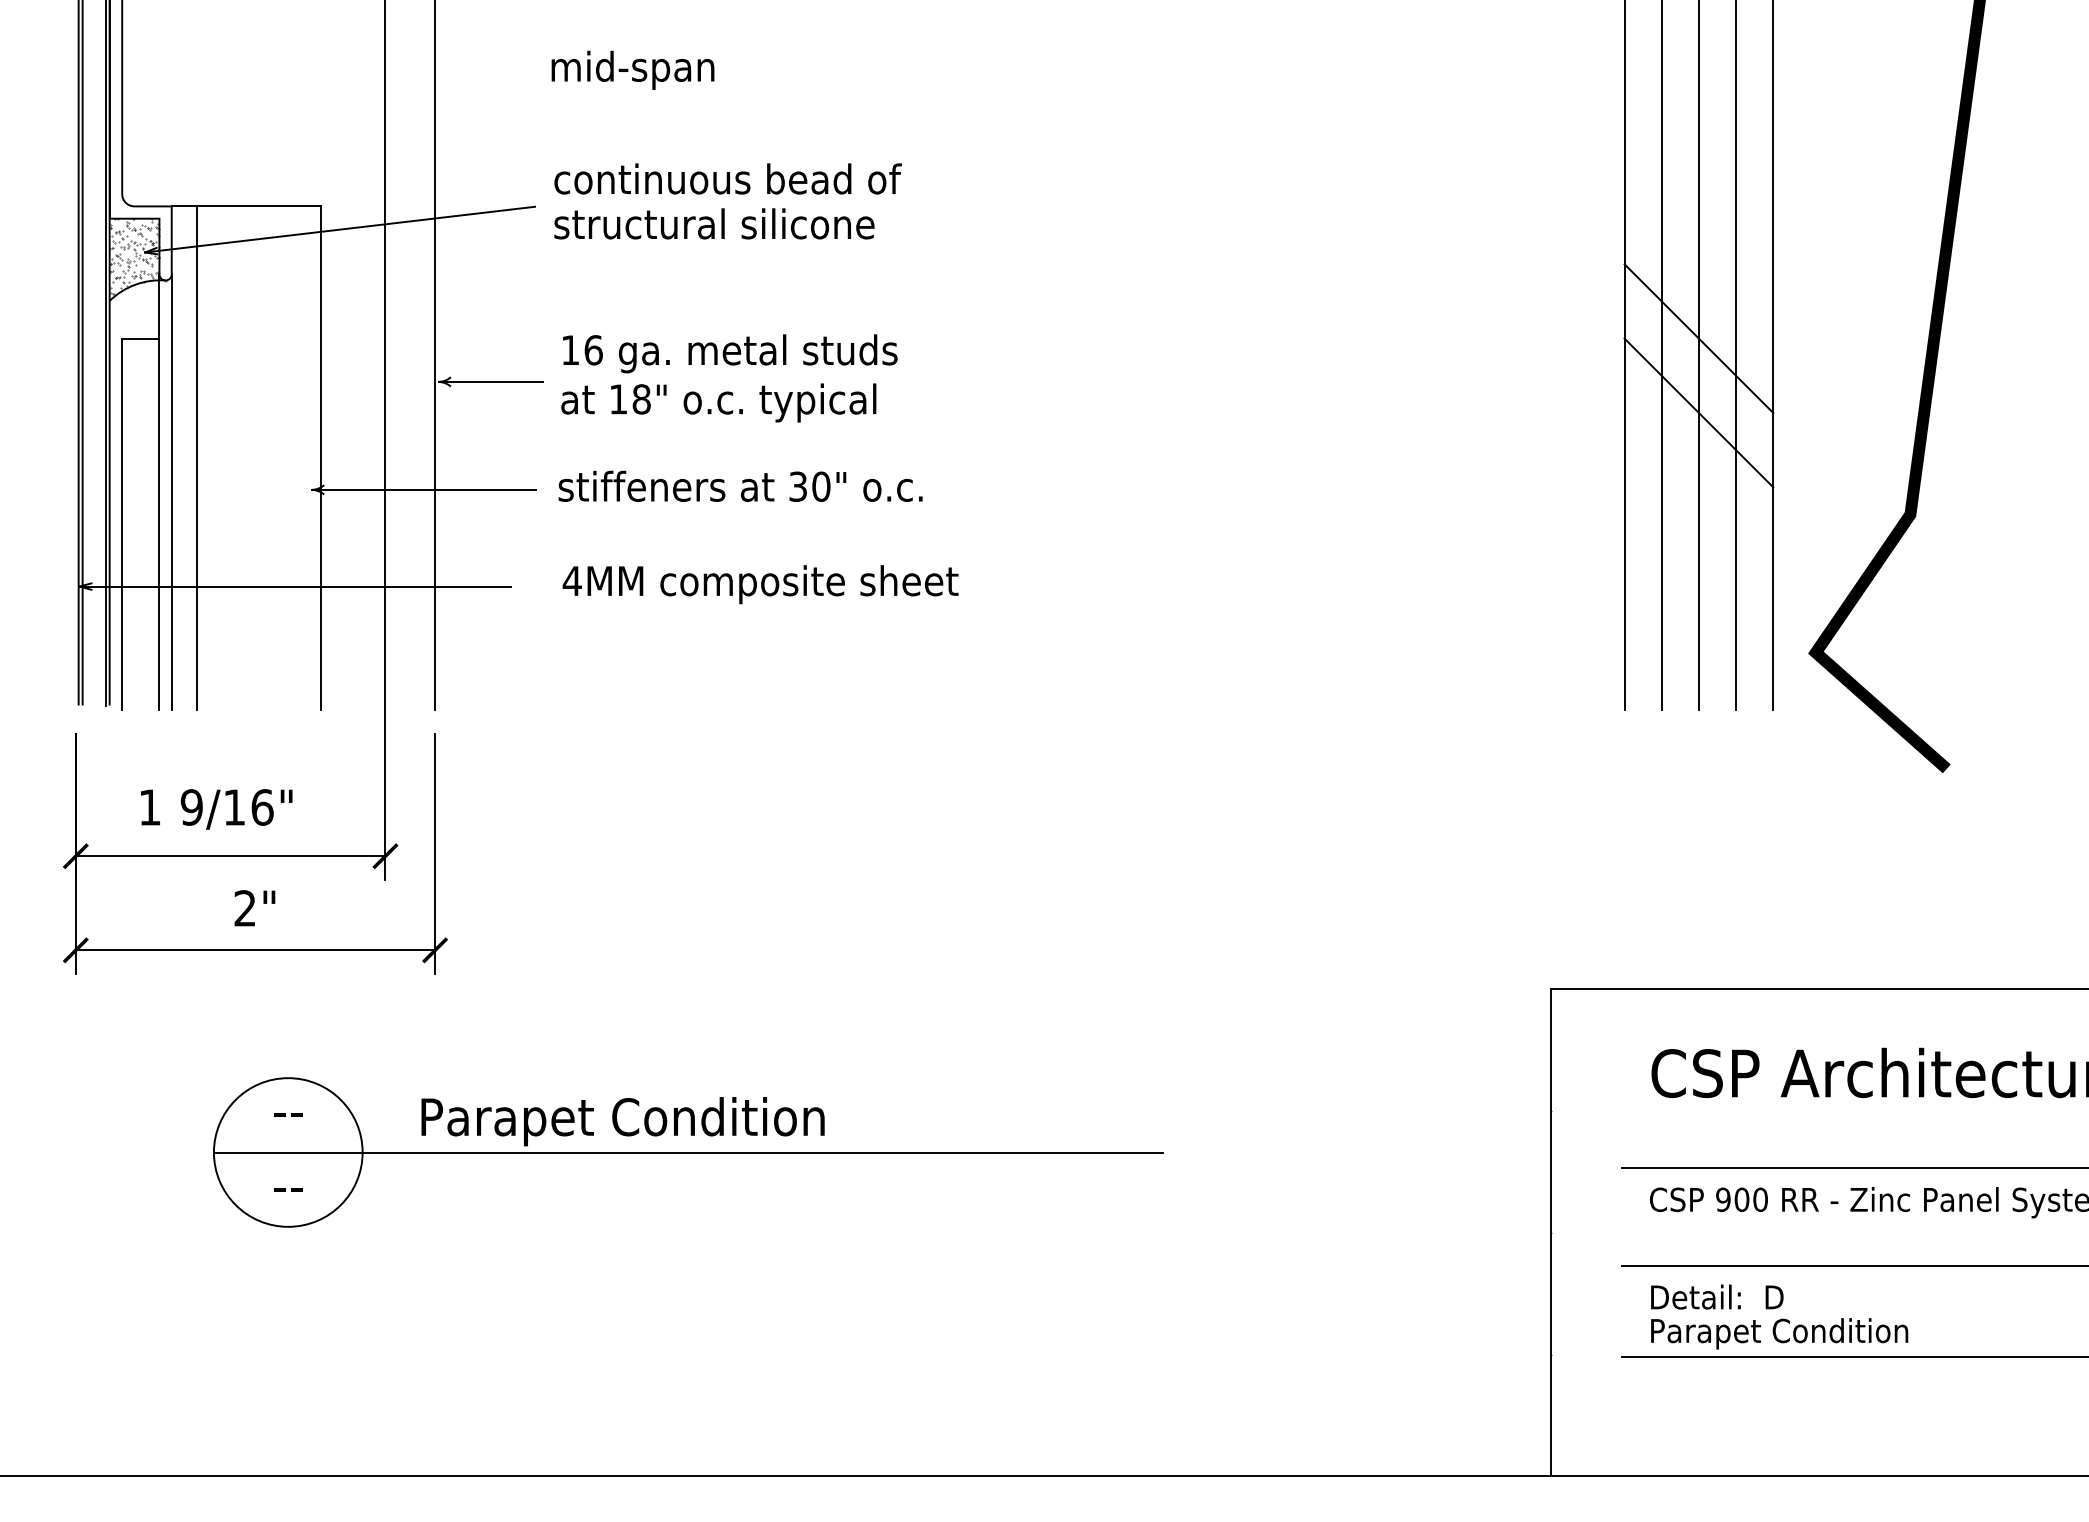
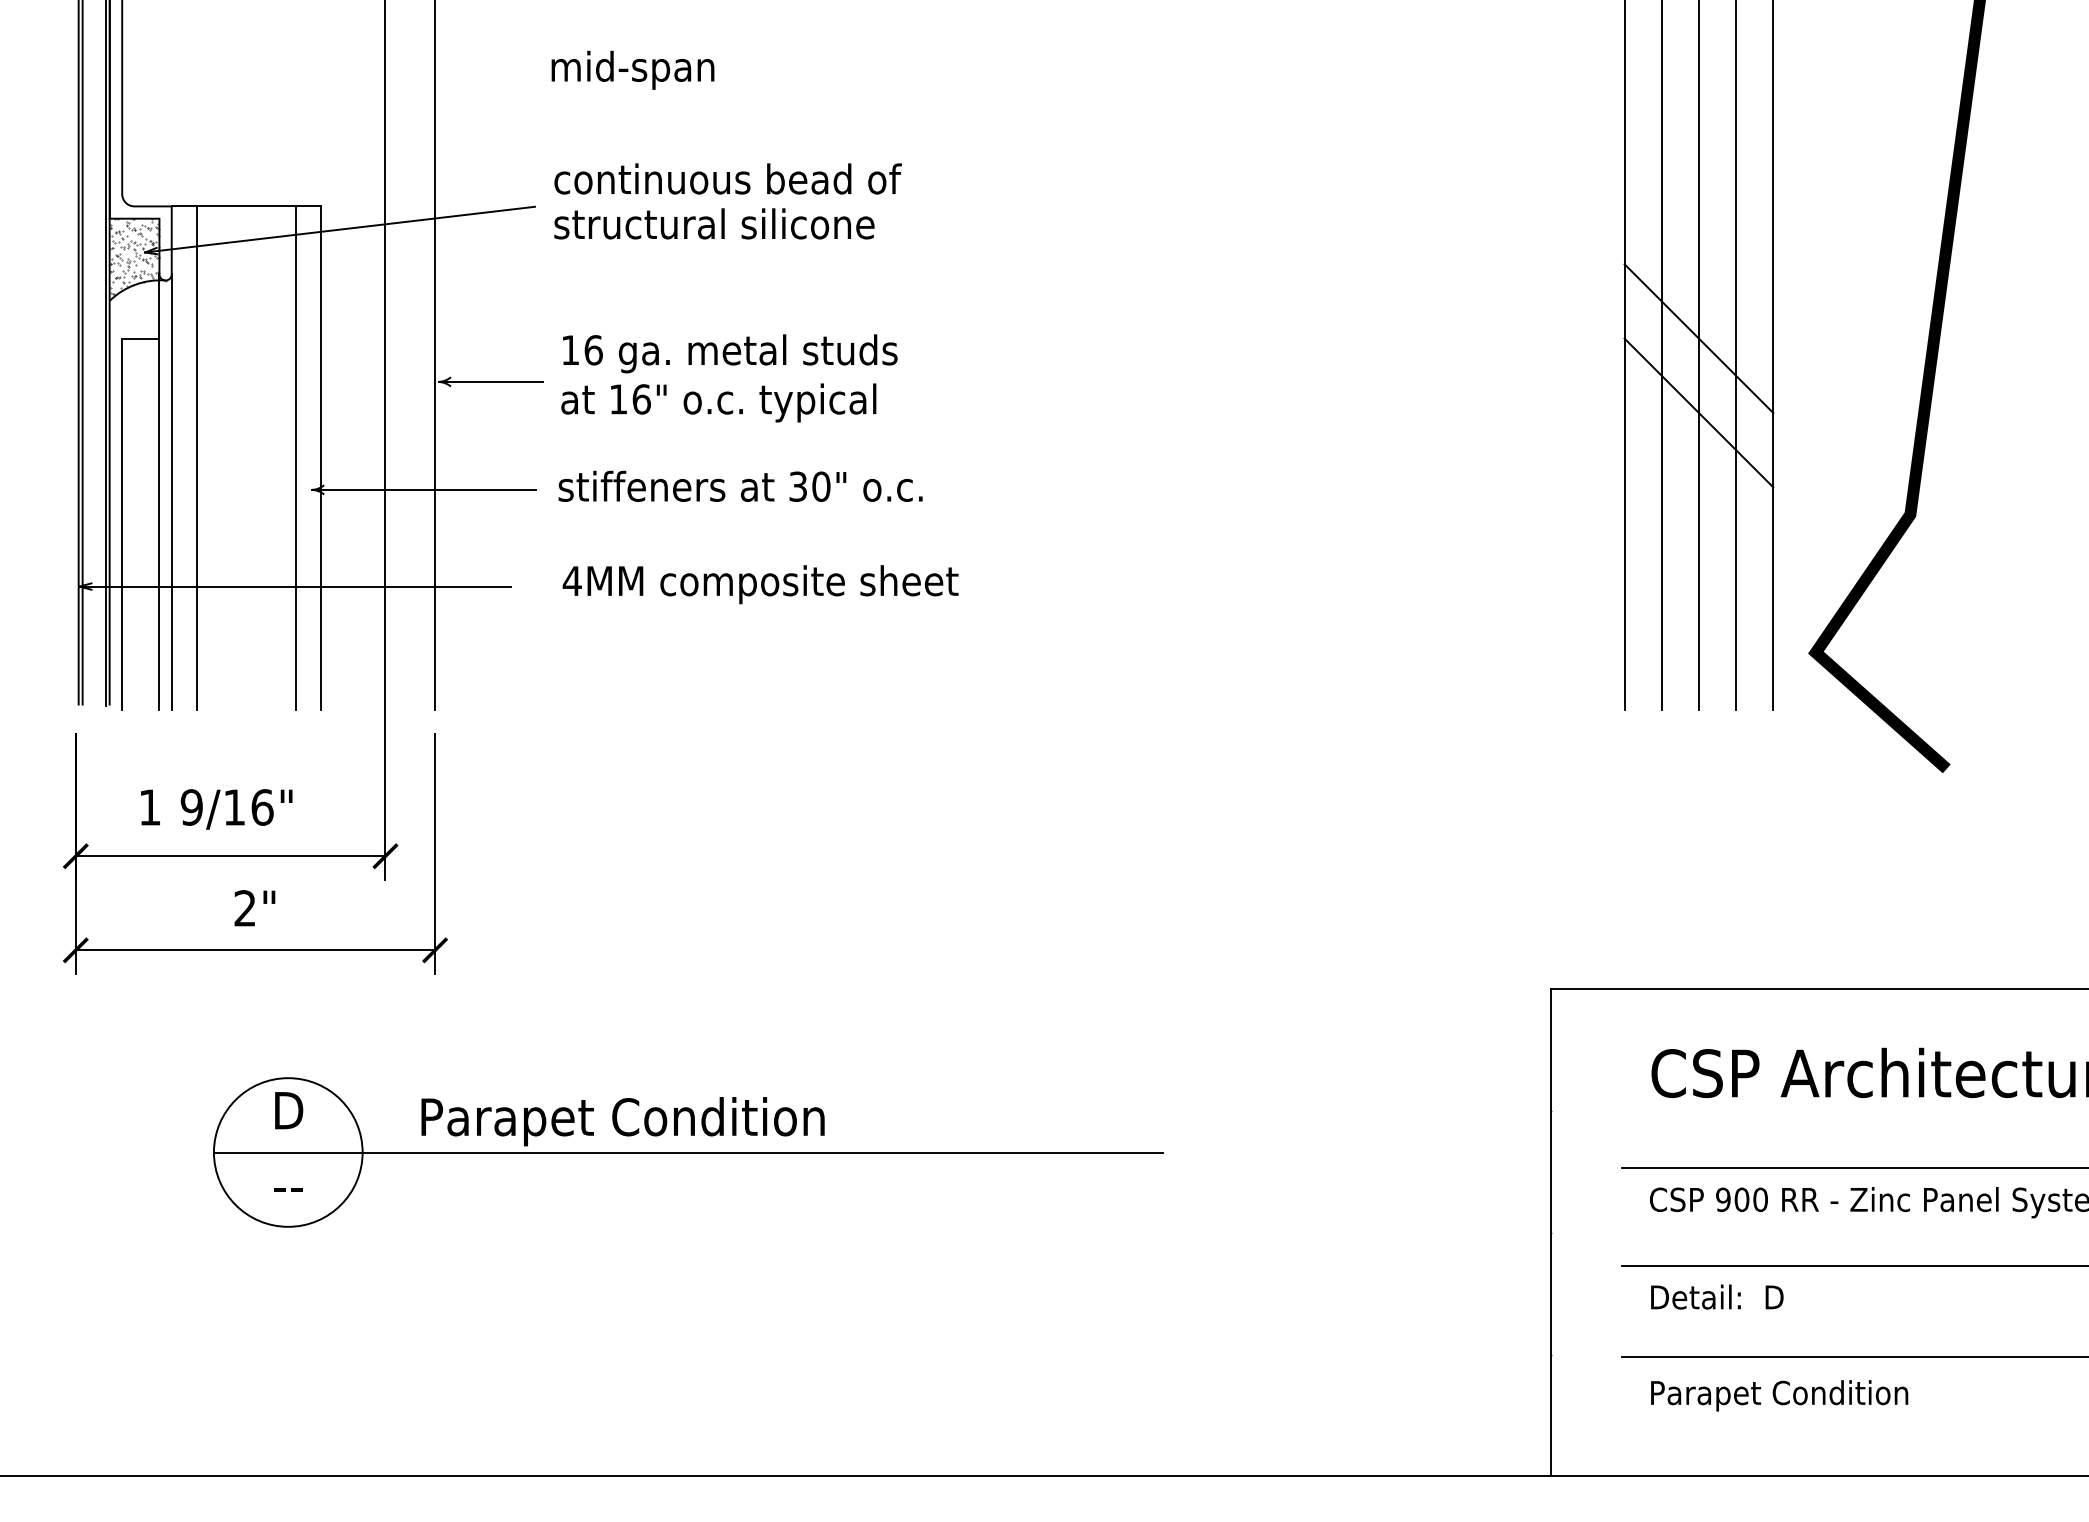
text at (641, 399): 18" -> 16"
line at (295, 458): none -> present
text at (288, 1110): -- -> D
text at (1779, 1333) position: (1779, 1333) -> (1779, 1395)
